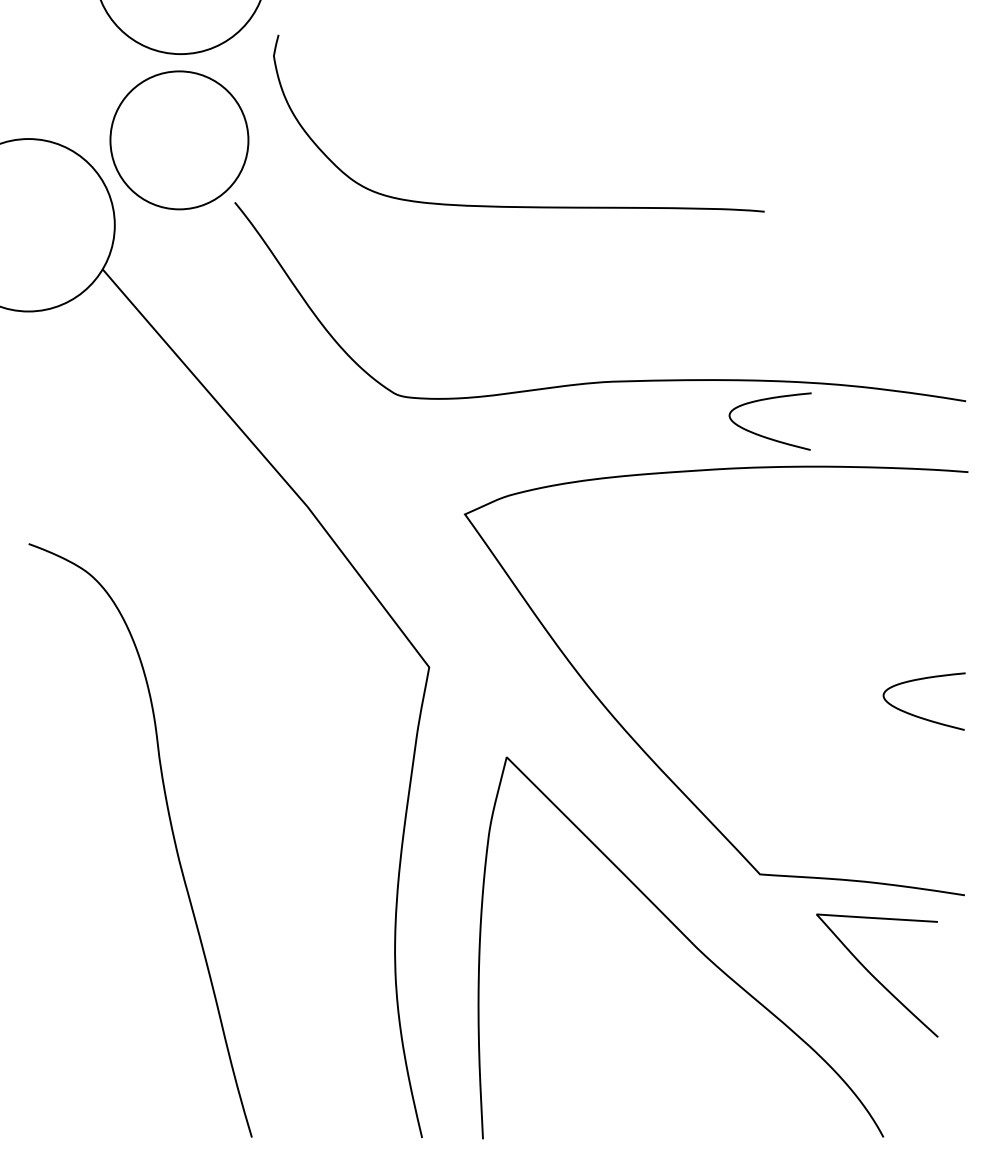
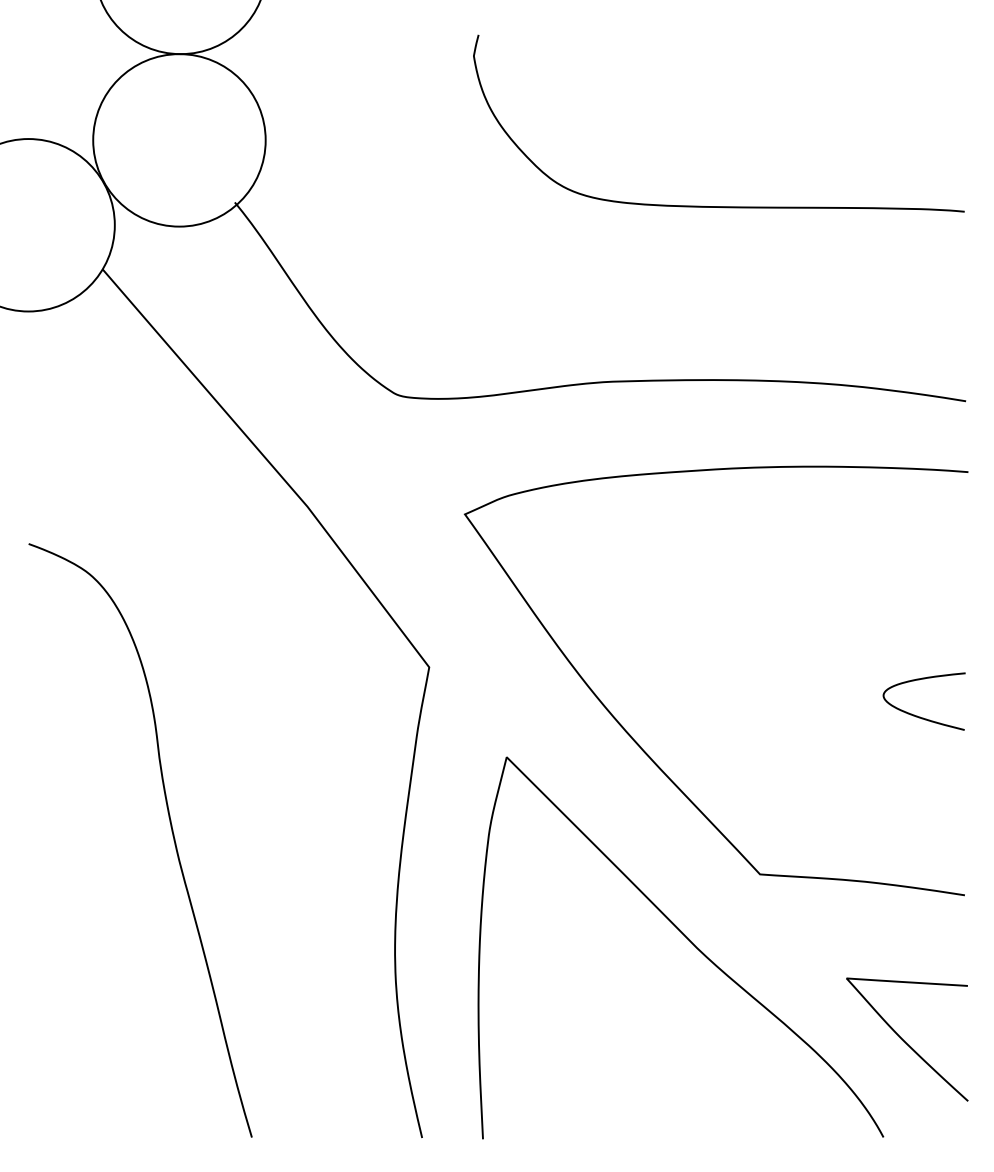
circle at (179, 140) diameter: 138 px -> 172 px
curve at (518, 206) position: (518, 206) -> (718, 206)
curve at (763, 435): present -> none
curve at (875, 977) position: (875, 977) -> (905, 1041)
